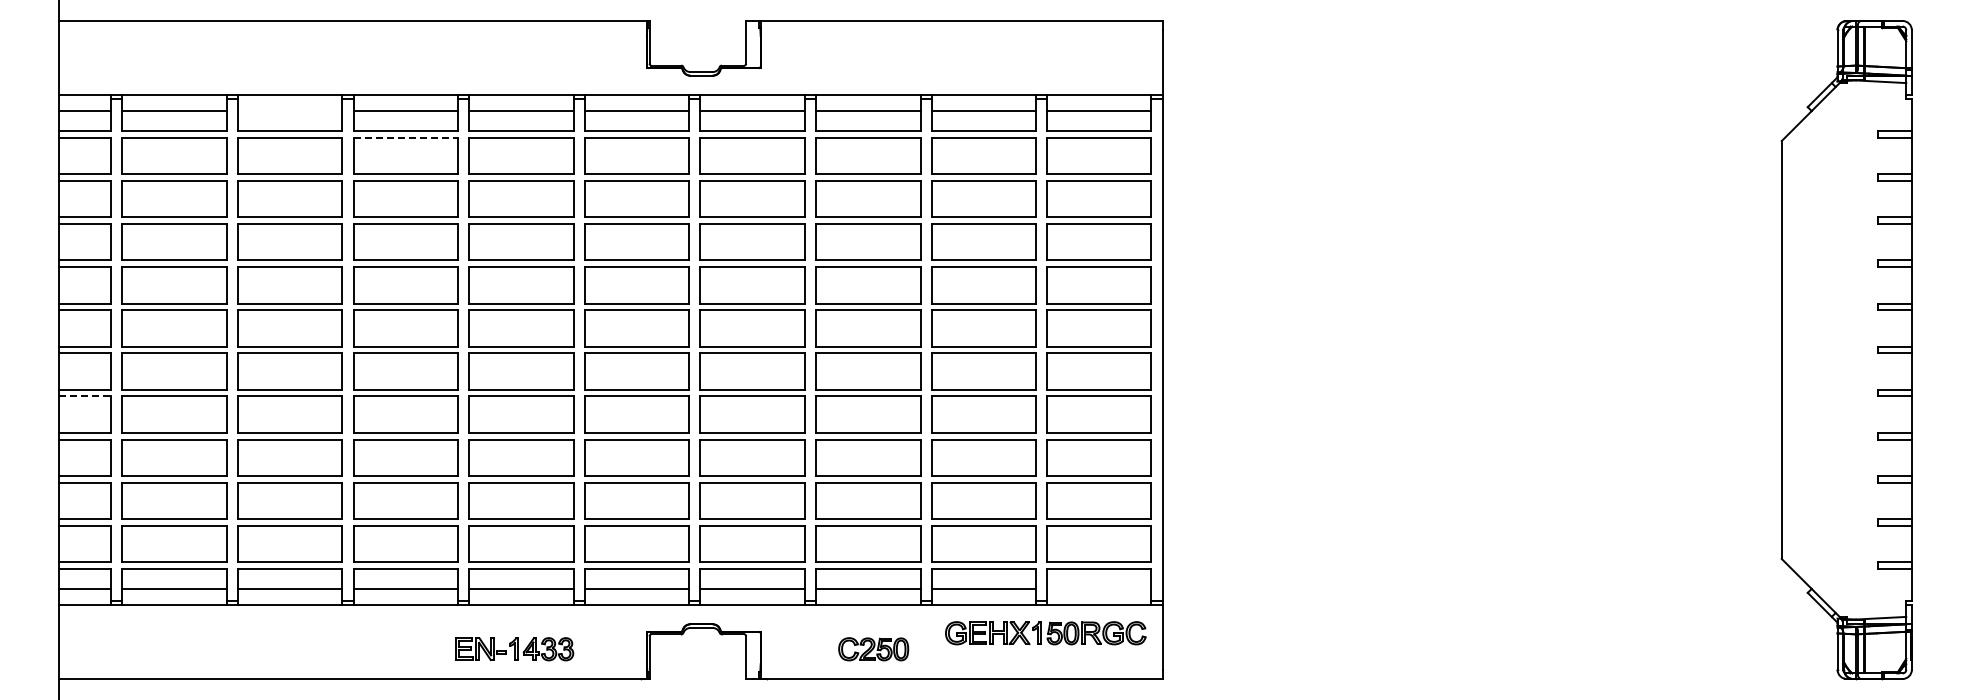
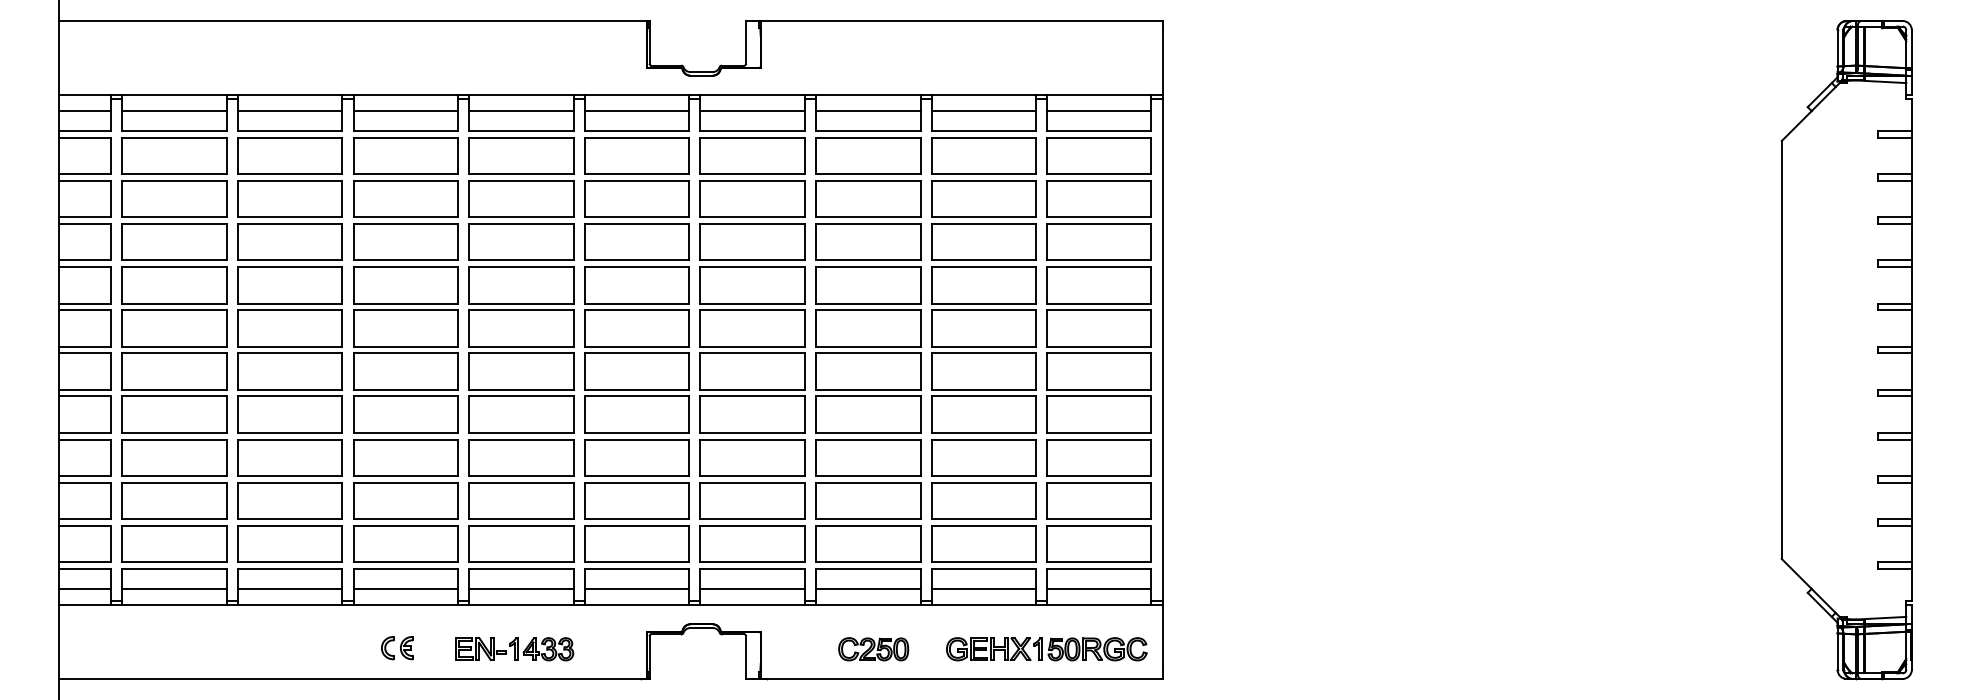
line at (289, 111): none -> present
line at (406, 137): dashed -> solid
line at (85, 396): dashed -> solid
line at (1099, 588): none -> present
part at (1045, 633) position: (1045, 633) -> (1046, 649)
part at (397, 648): none -> present
